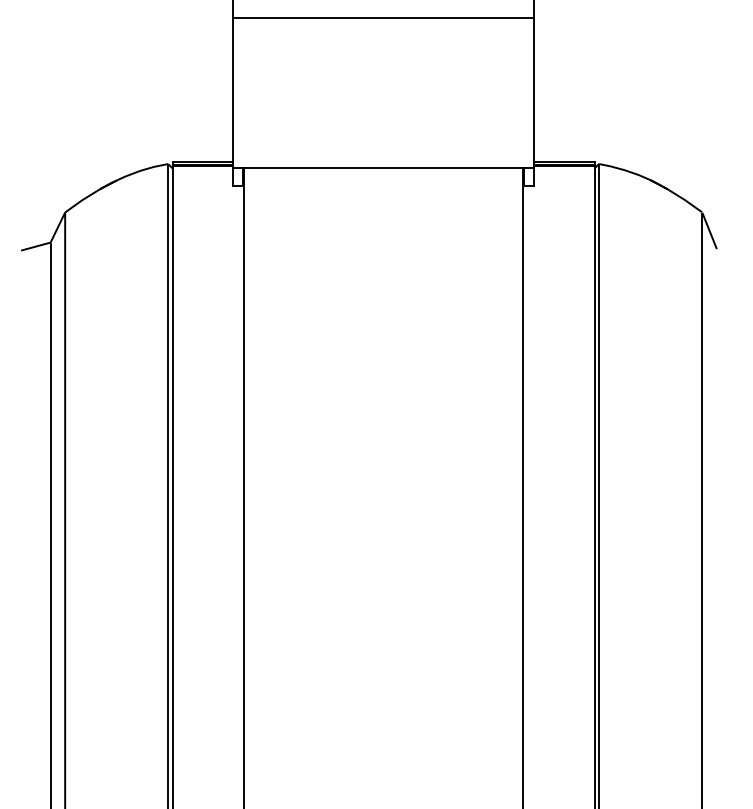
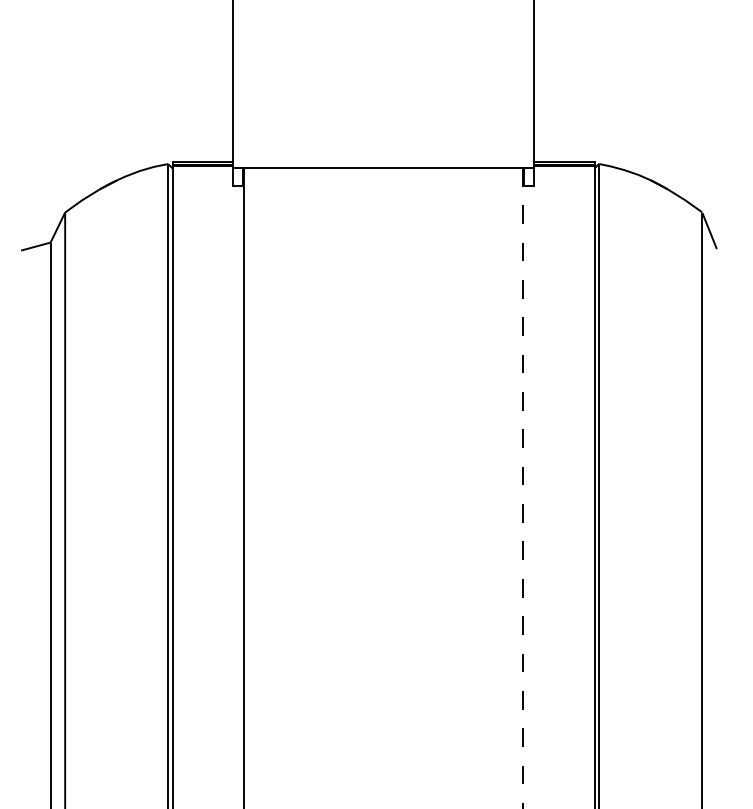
line at (383, 17): present -> none
line at (523, 489): solid -> dashed
